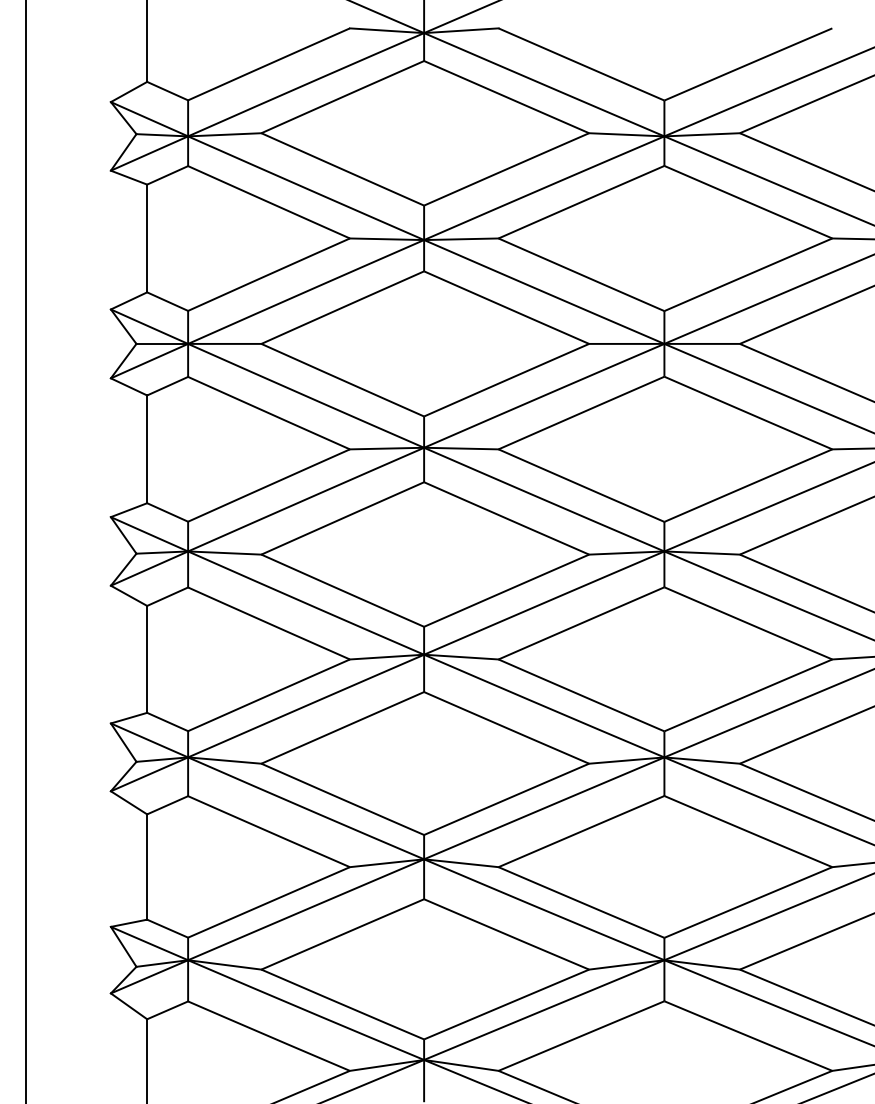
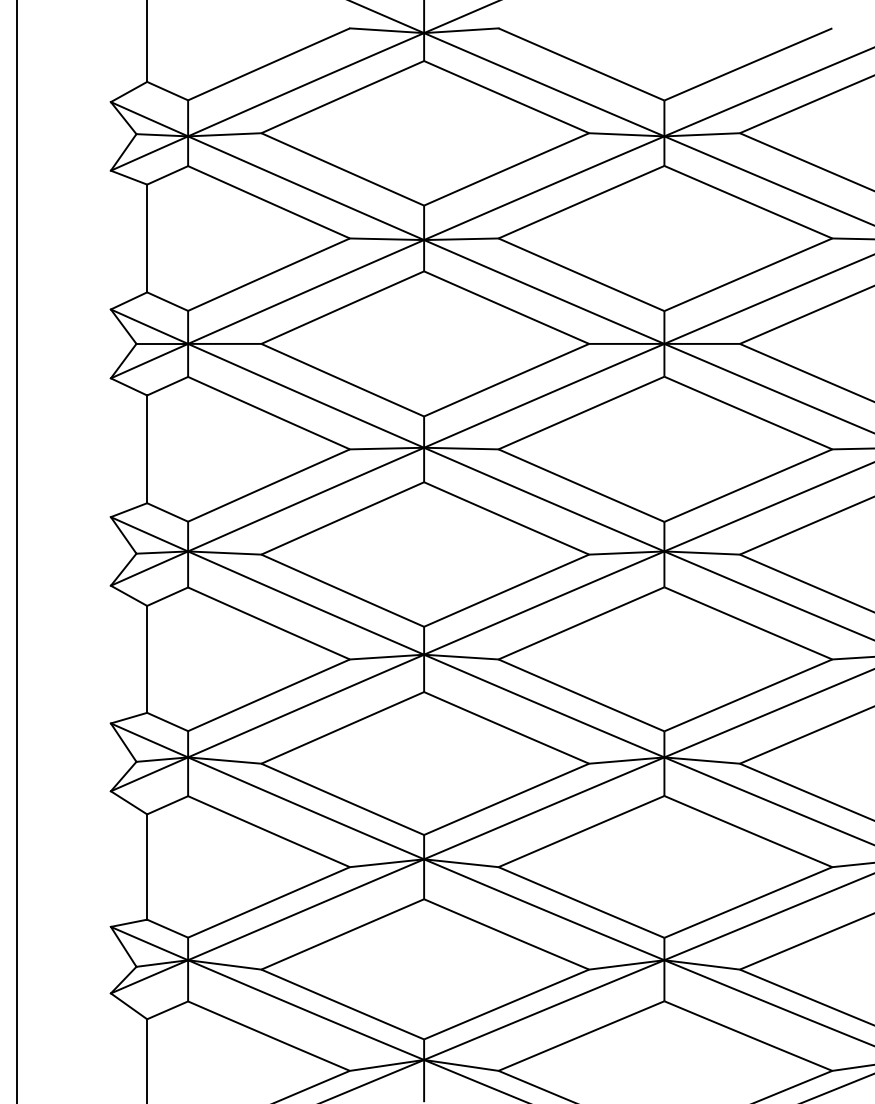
line at (26, 551) position: (26, 551) -> (17, 551)
